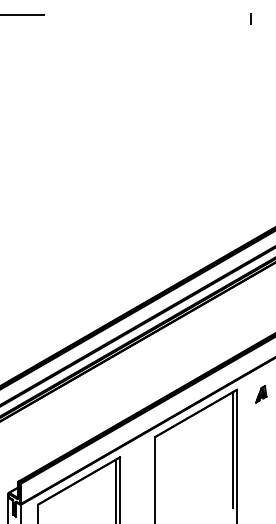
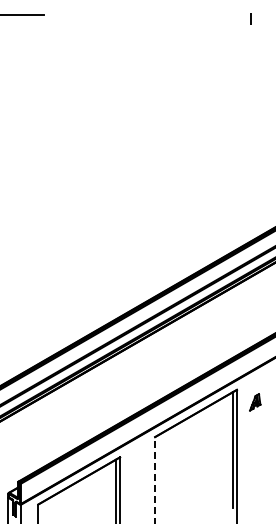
part at (261, 394) position: (261, 394) -> (255, 402)
line at (155, 479): solid -> dashed
